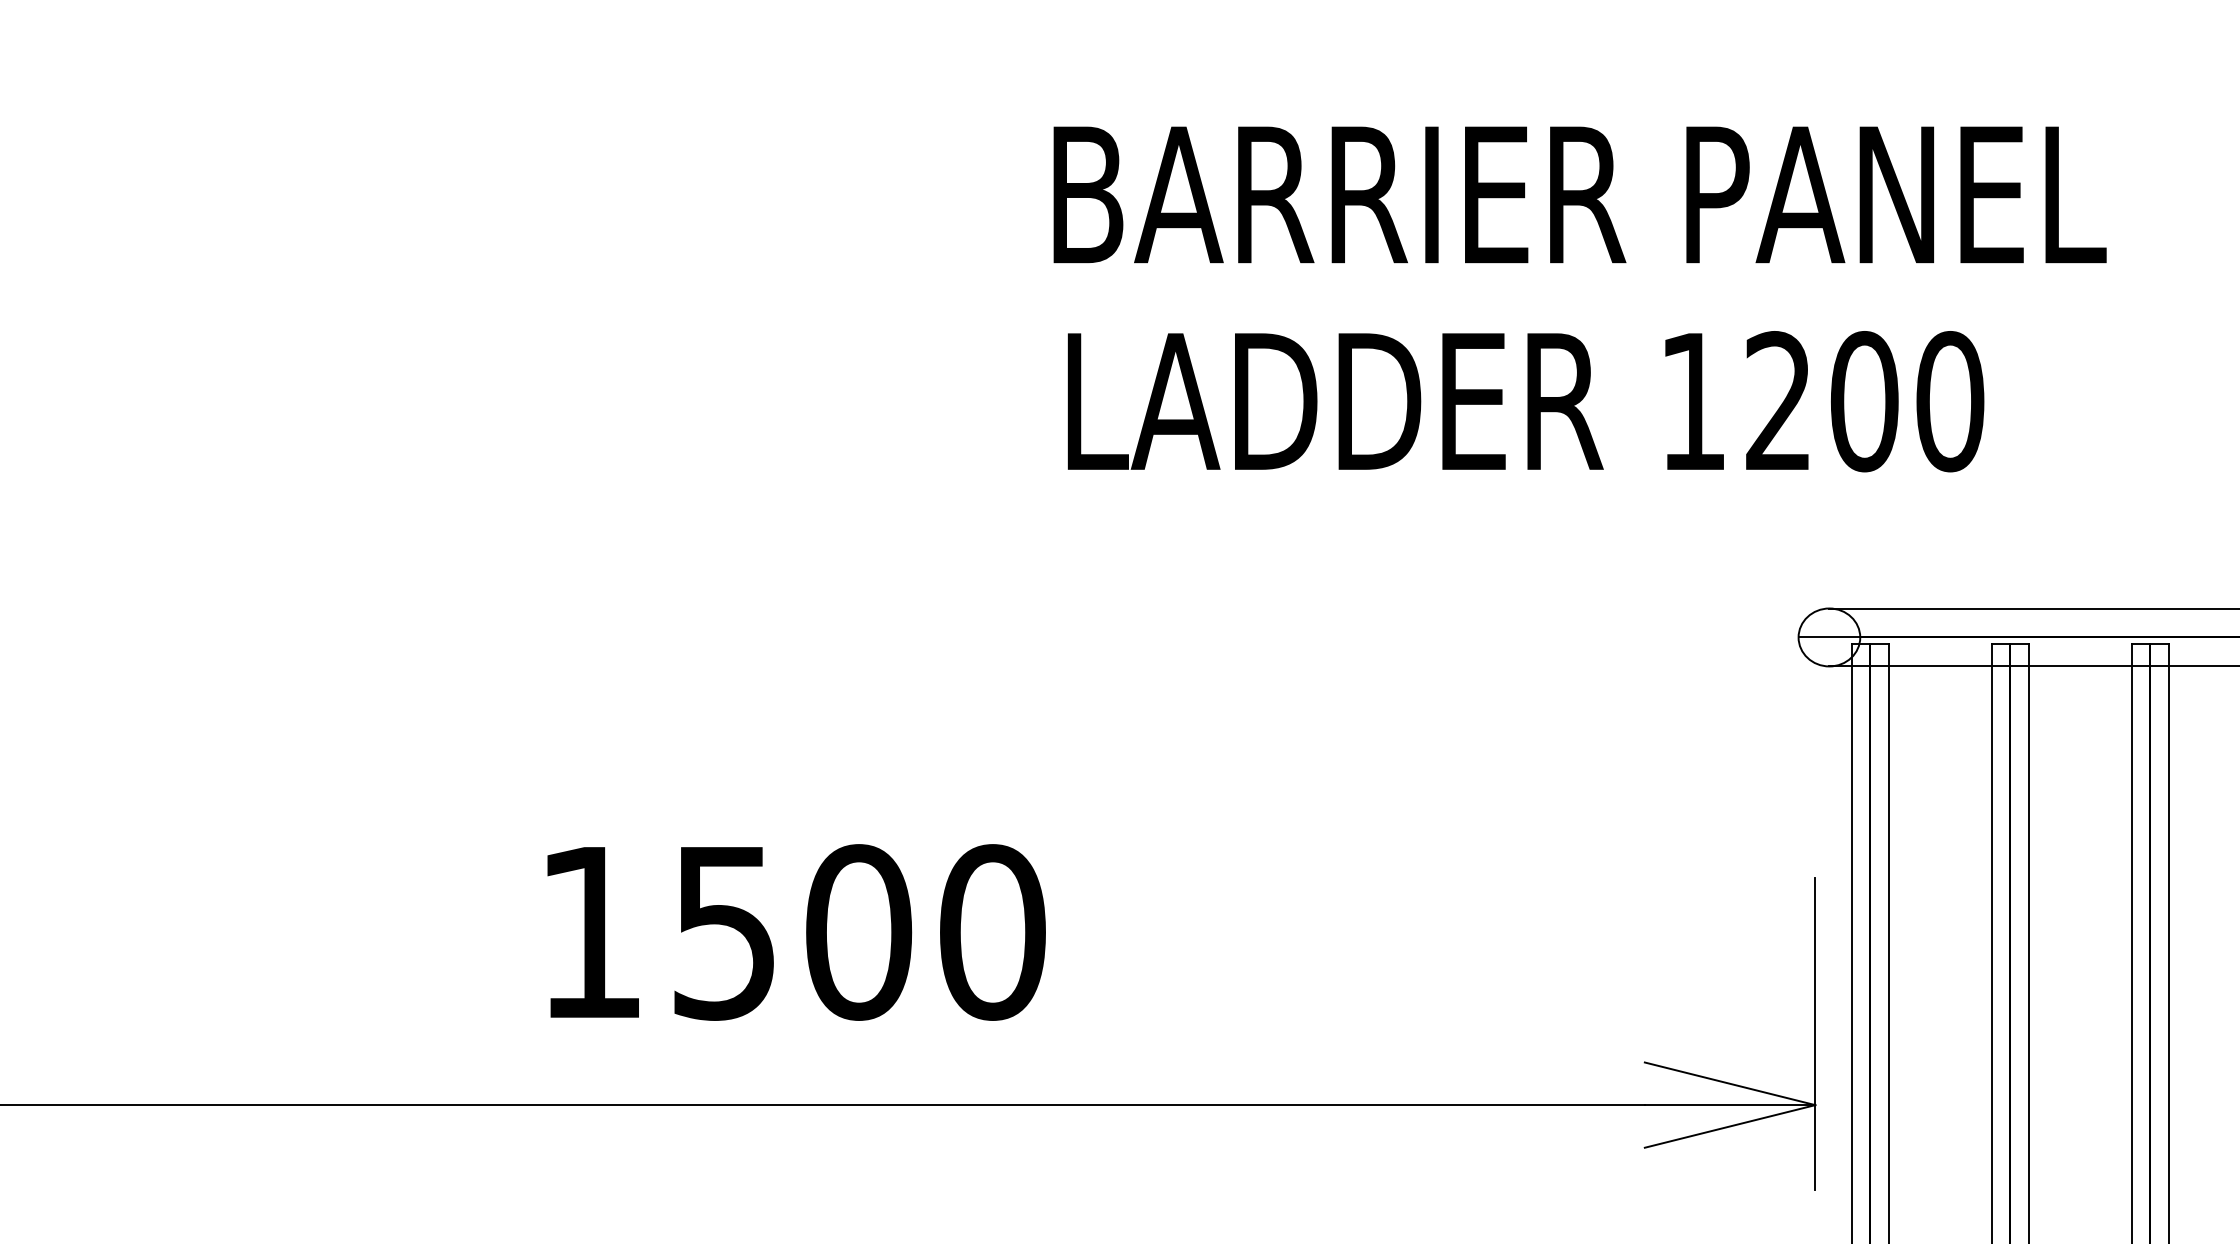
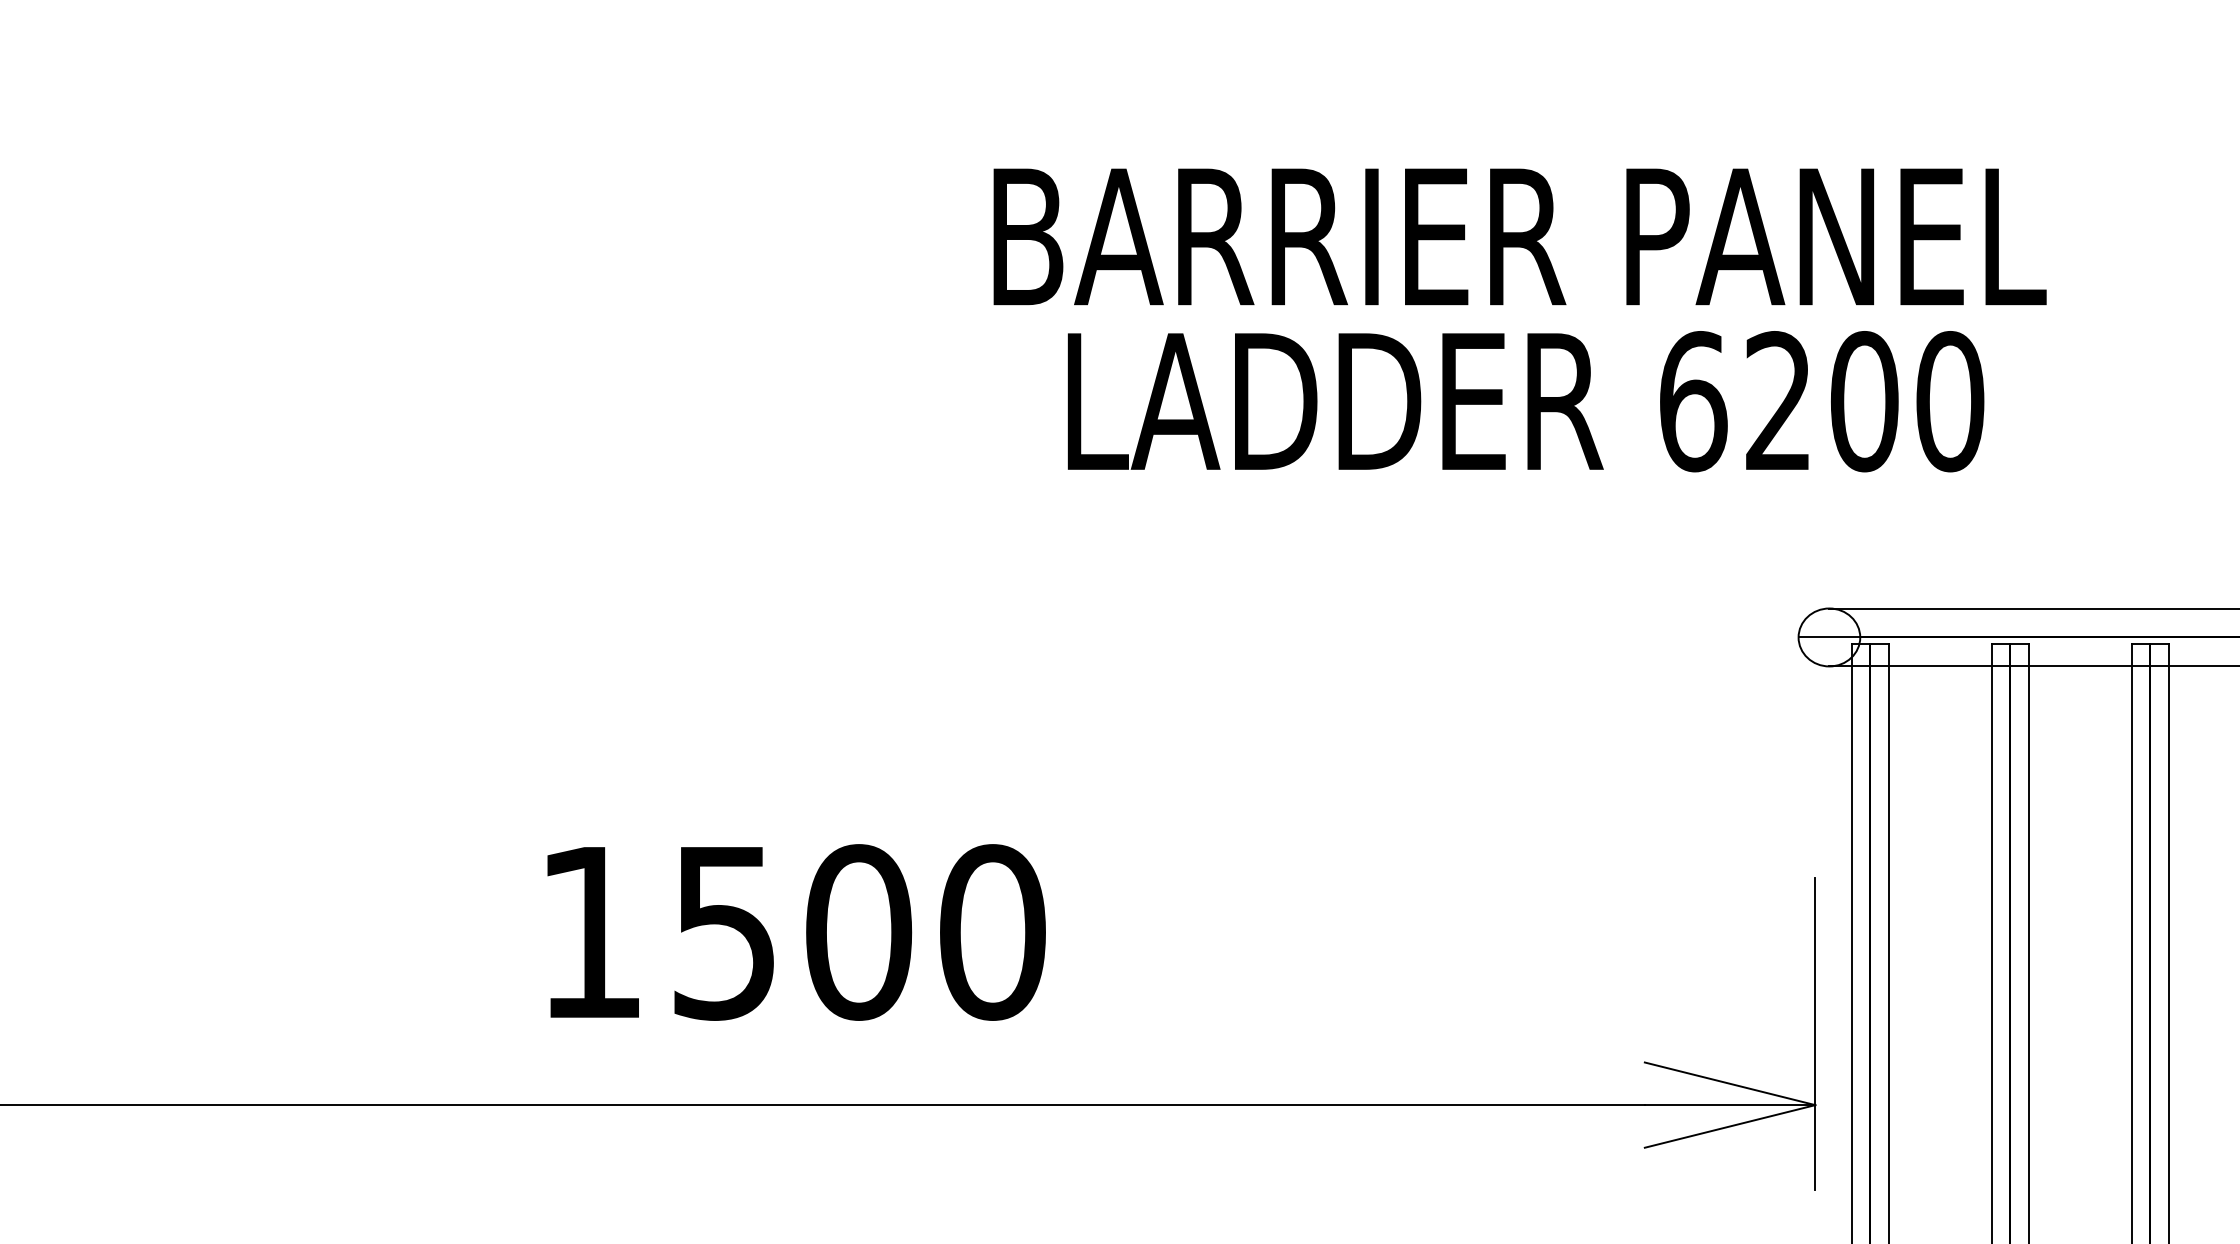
text at (1579, 194) position: (1579, 194) -> (1519, 236)
text at (1693, 401): 1200 -> 6200
